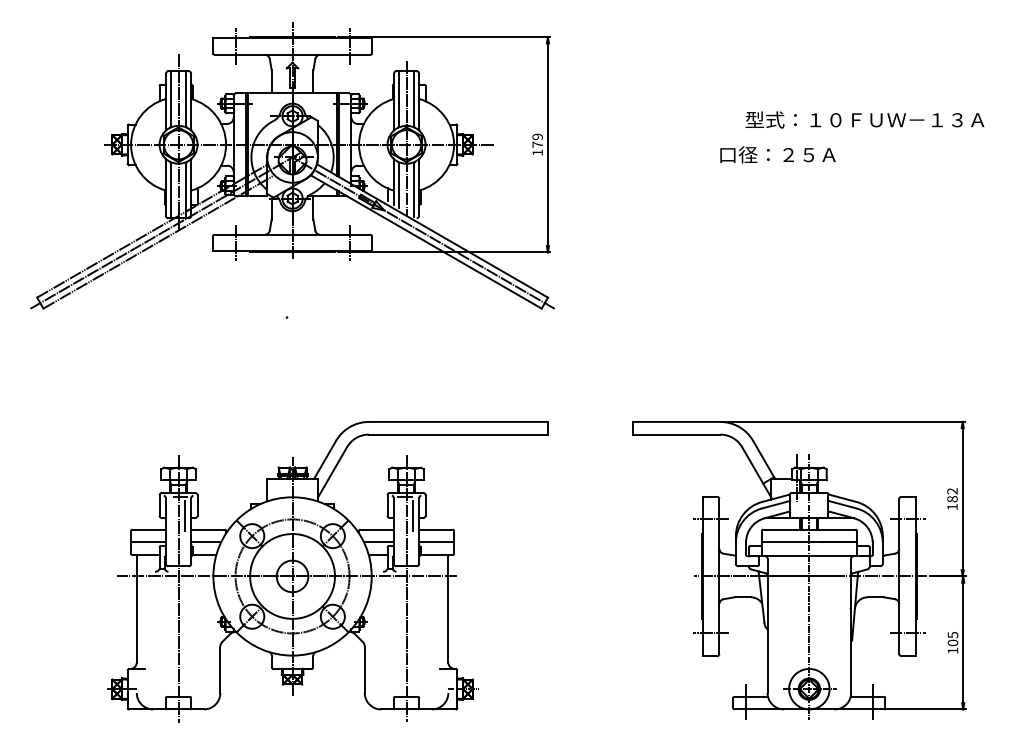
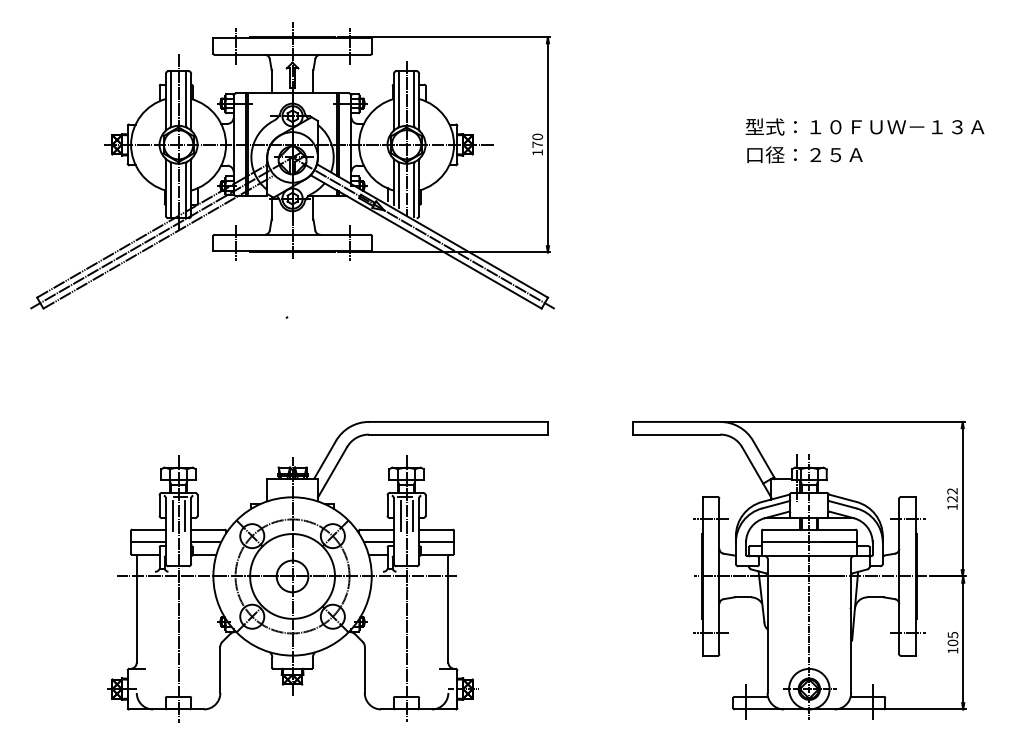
text at (864, 119) position: (864, 119) -> (864, 126)
text at (537, 136): 179 -> 170
text at (777, 154) position: (777, 154) -> (804, 154)
text at (952, 499): 182 -> 122
line at (172, 515): none -> present
line at (400, 515): none -> present
